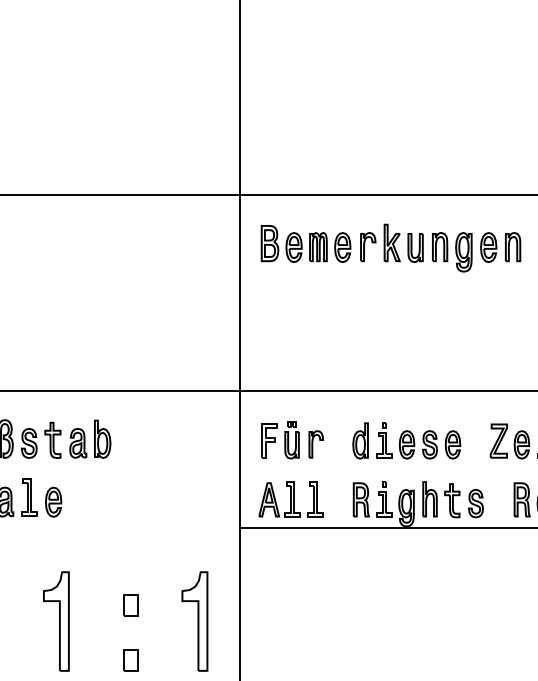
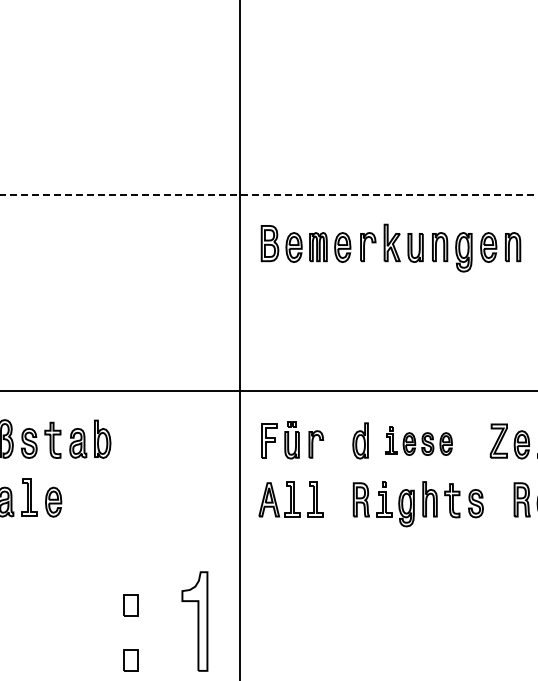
line at (269, 194): solid -> dashed
part at (418, 440) size: 86x38 px -> 68x30 px
line at (386, 527): present -> none
part at (56, 621): present -> none
